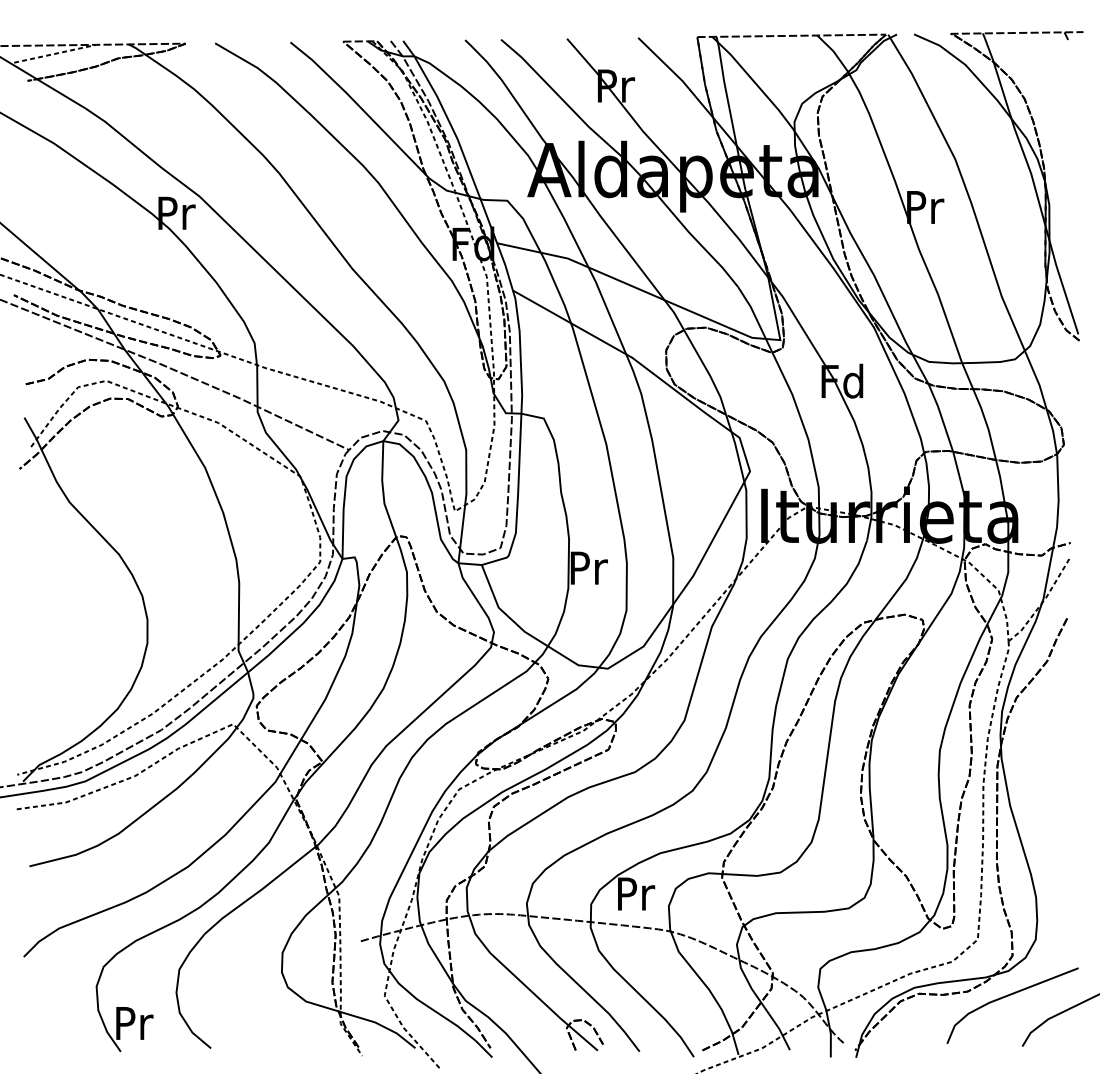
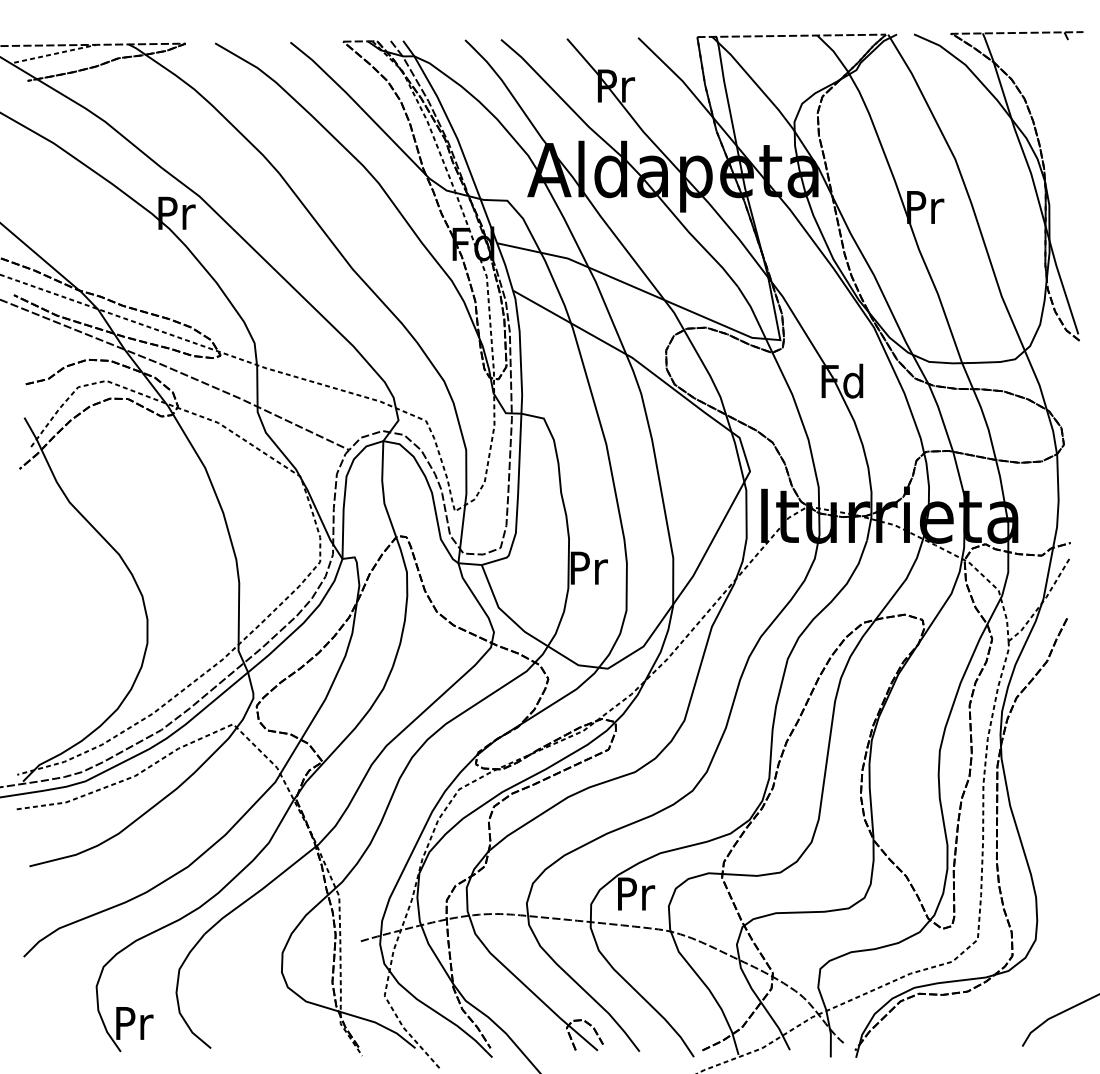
line at (1008, 996): present -> none
